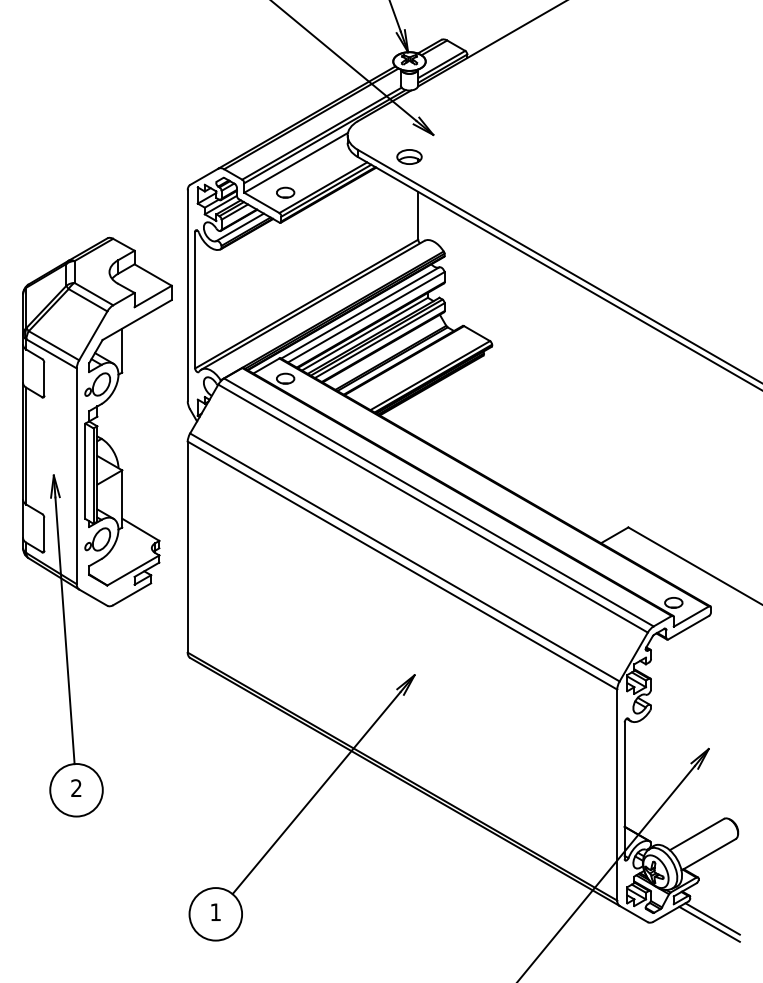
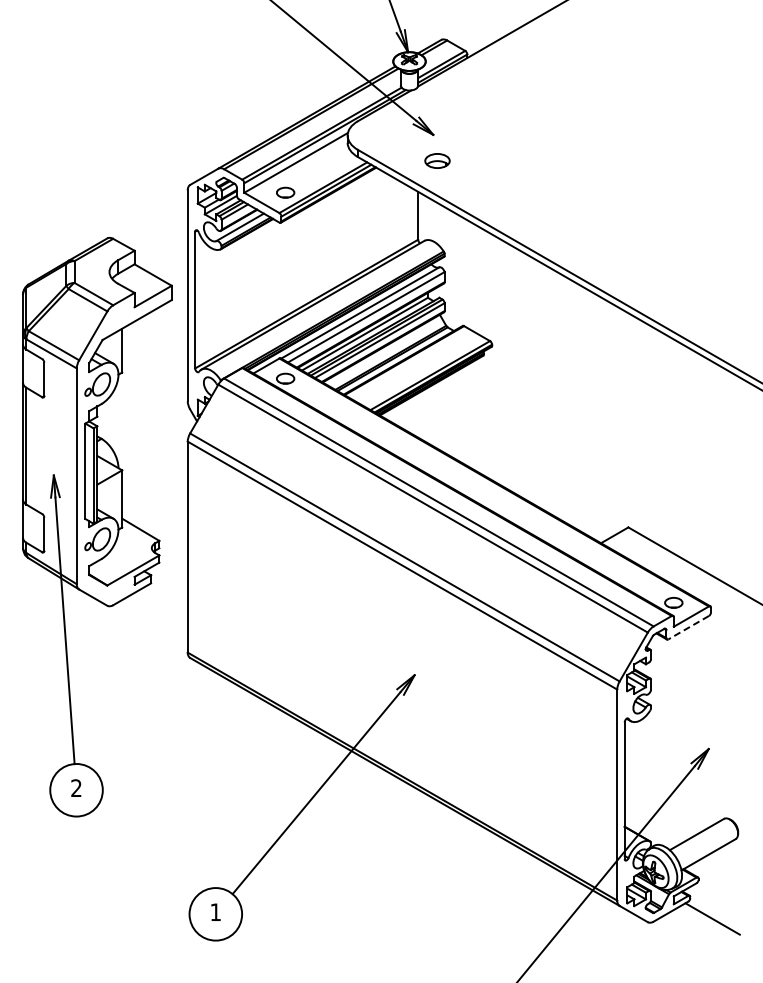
part at (409, 156) position: (409, 156) -> (437, 160)
line at (688, 627): solid -> dashed
line at (709, 923): present -> none
